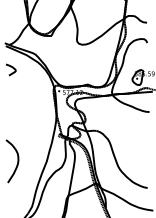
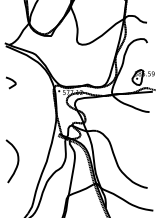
curve at (12, 68) position: (12, 68) -> (12, 81)
